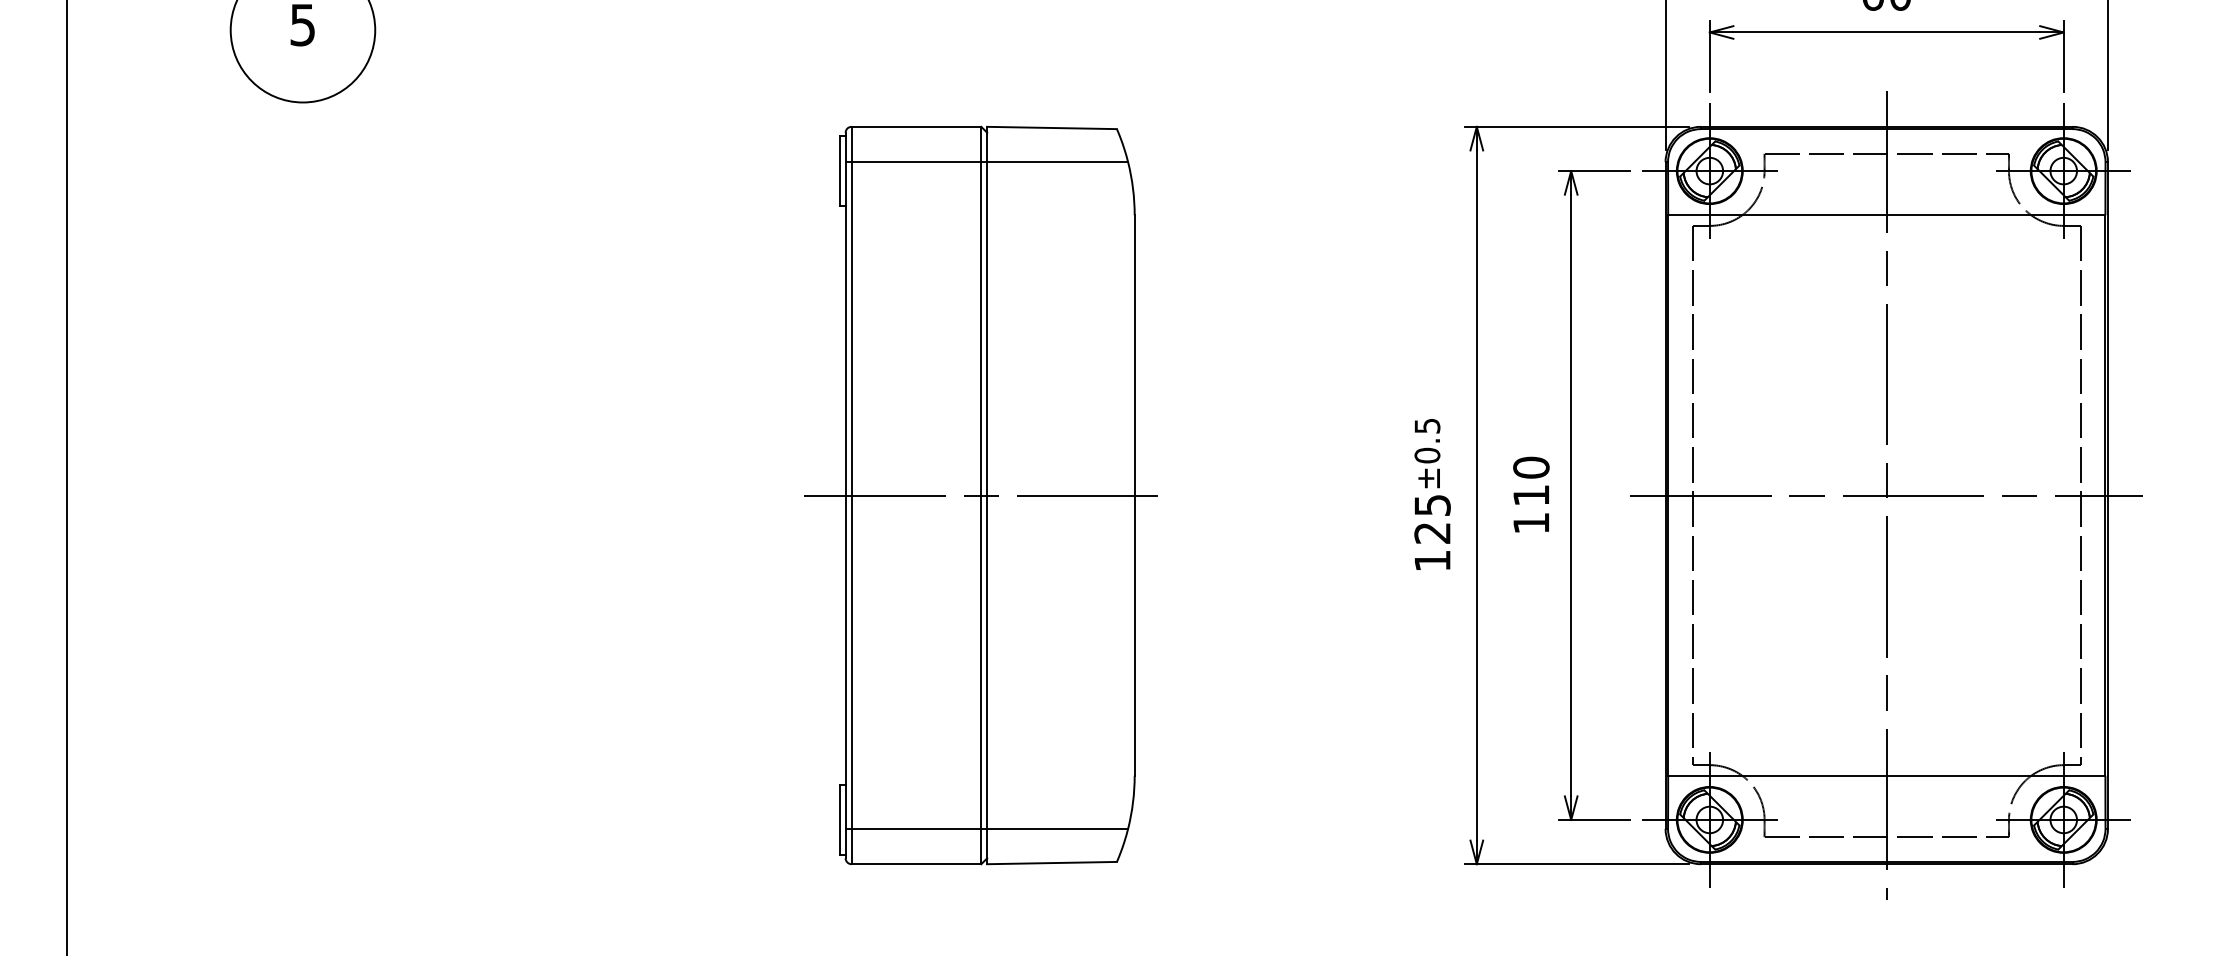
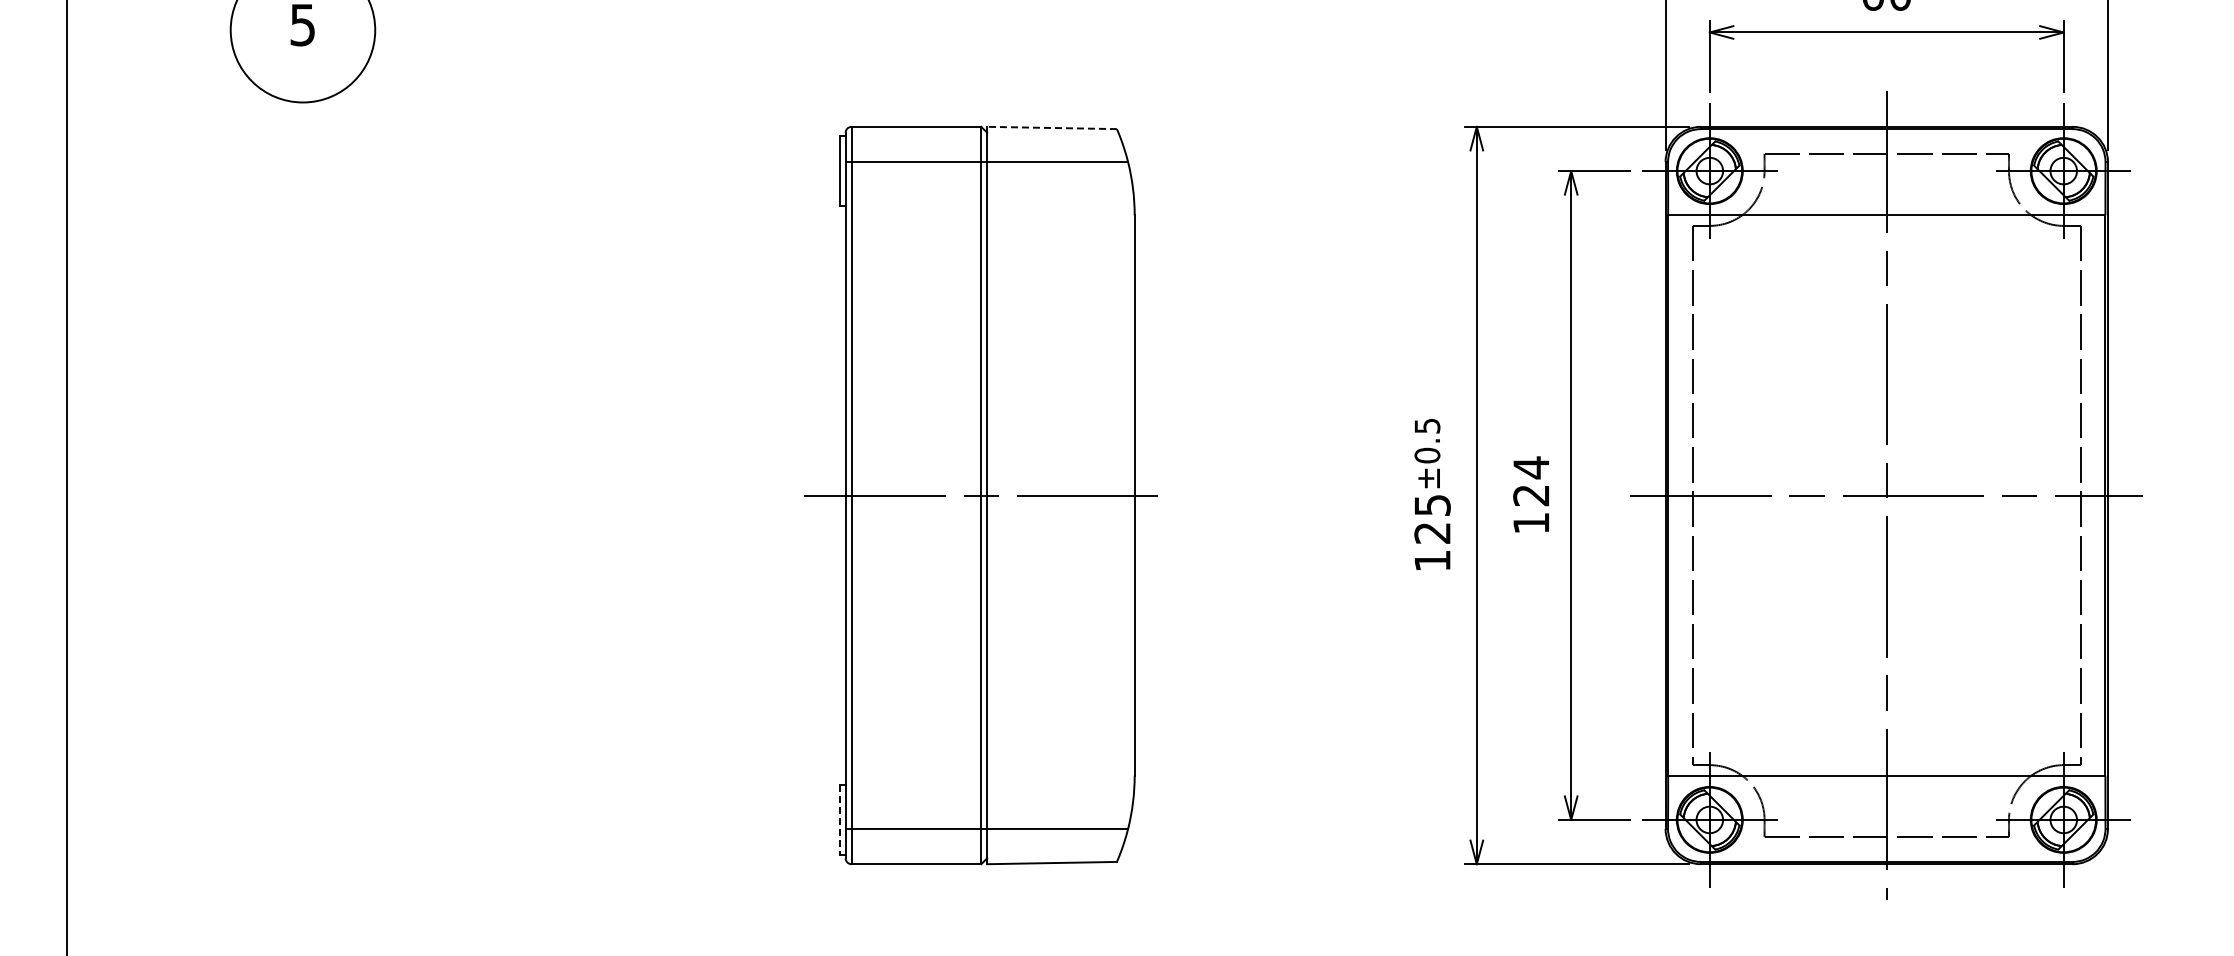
line at (1052, 127): solid -> dashed
text at (1531, 481): 110 -> 124
line at (839, 820): solid -> dashed
